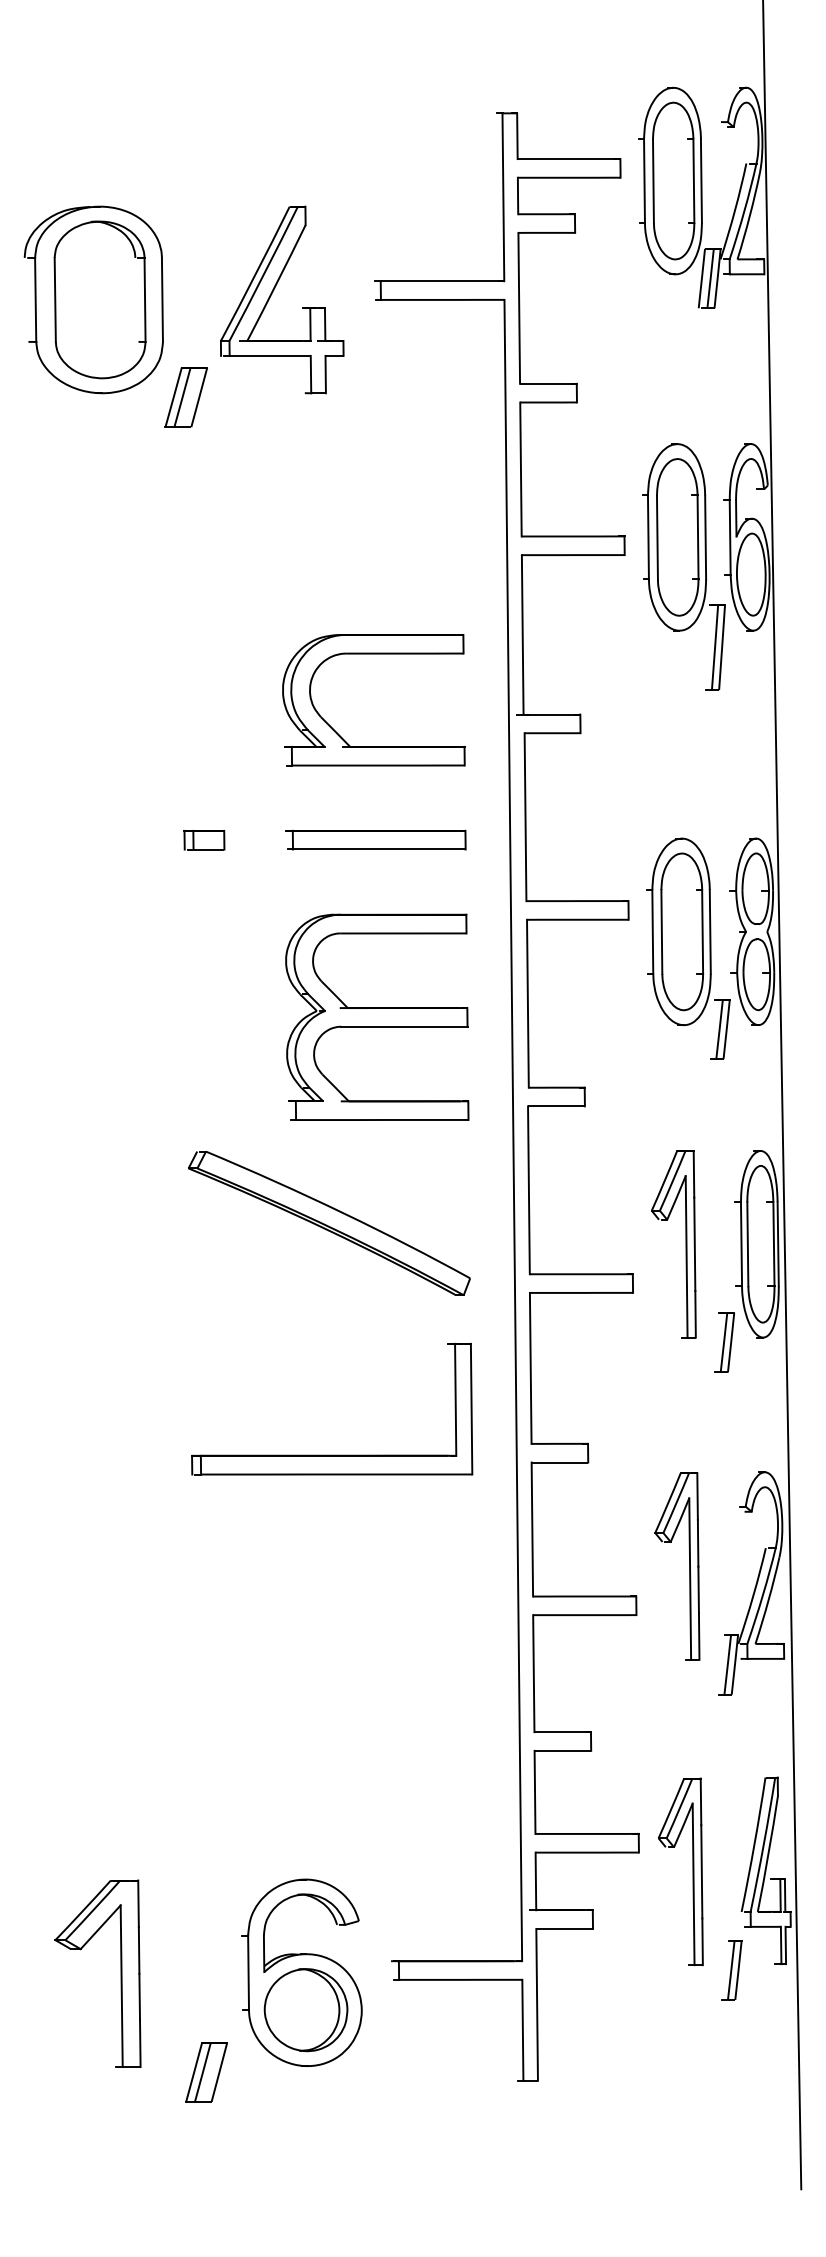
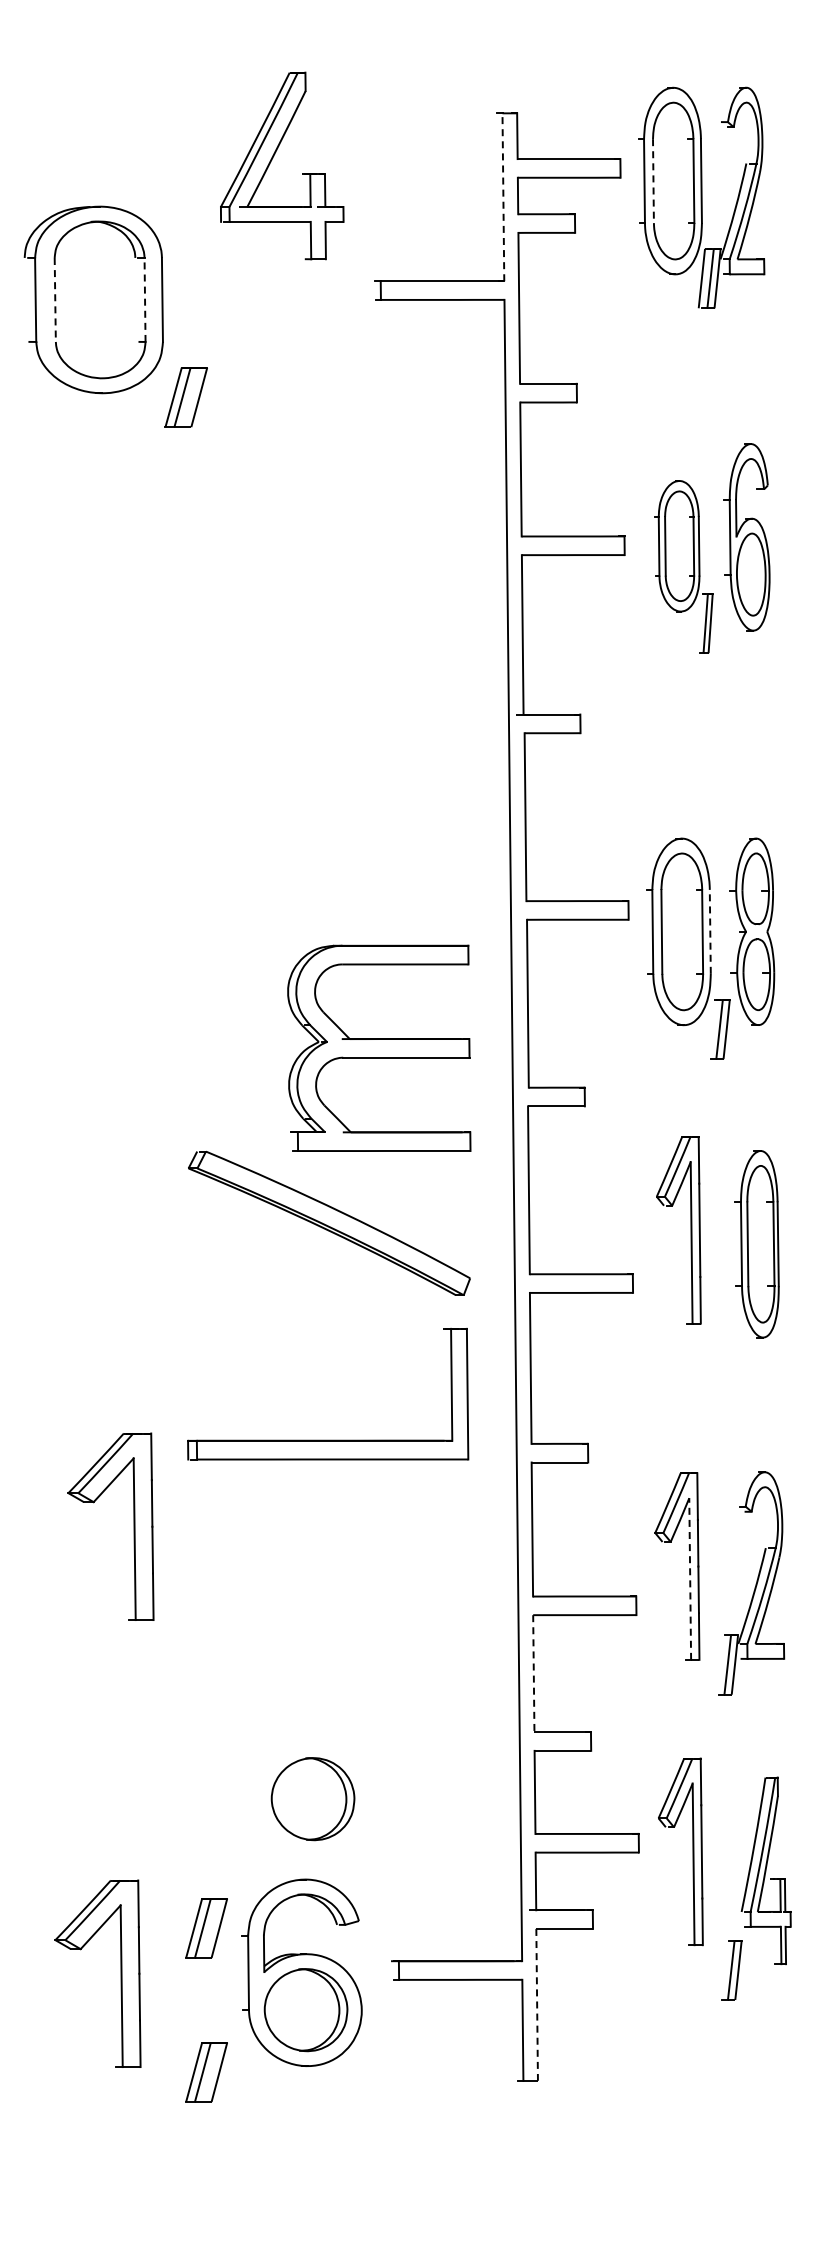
line at (653, 181): solid -> dashed
line at (503, 197): solid -> dashed
part at (272, 294) position: (272, 294) -> (272, 160)
line at (55, 299): solid -> dashed
line at (145, 299): solid -> dashed
part at (683, 566) size: 84x248 px -> 60x174 px
part at (373, 654): present -> none
part at (375, 839): present -> none
part at (204, 840): present -> none
line at (710, 931): solid -> dashed
part at (377, 1016) position: (377, 1016) -> (379, 1047)
line at (782, 1095): present -> none
part at (685, 1244) position: (685, 1244) -> (690, 1230)
part at (724, 1342): present -> none
part at (332, 1454) position: (332, 1454) -> (328, 1439)
part at (133, 1526): none -> present
line at (690, 1579): solid -> dashed
line at (533, 1673): solid -> dashed
part at (312, 1799): none -> present
part at (692, 1871) position: (692, 1871) -> (692, 1851)
part at (206, 1928): none -> present
line at (537, 2004): solid -> dashed
